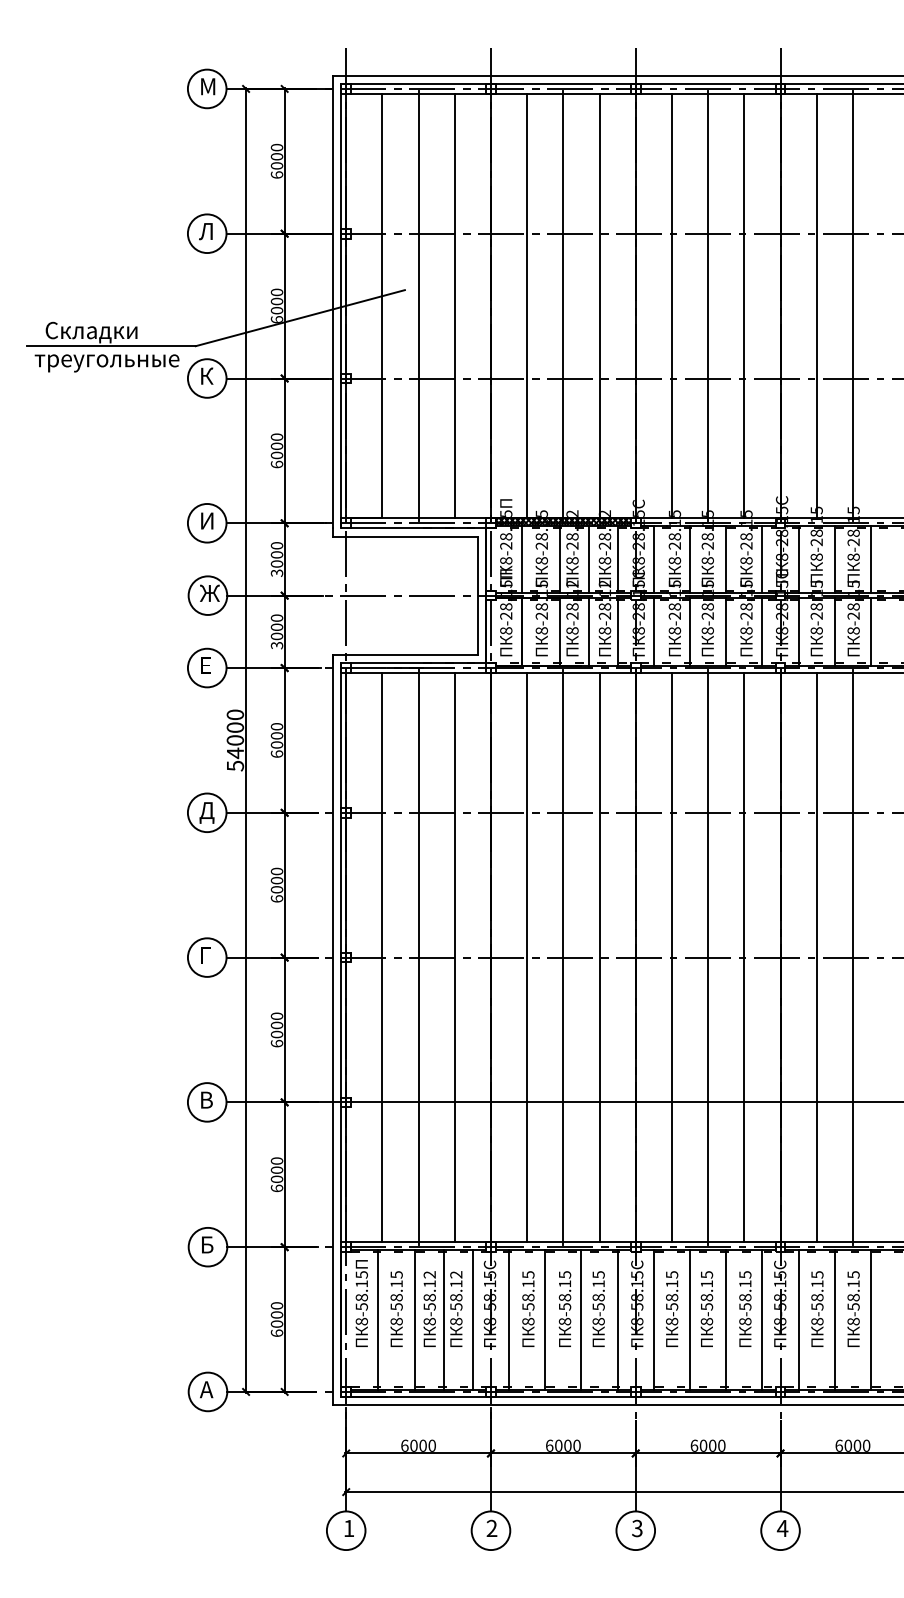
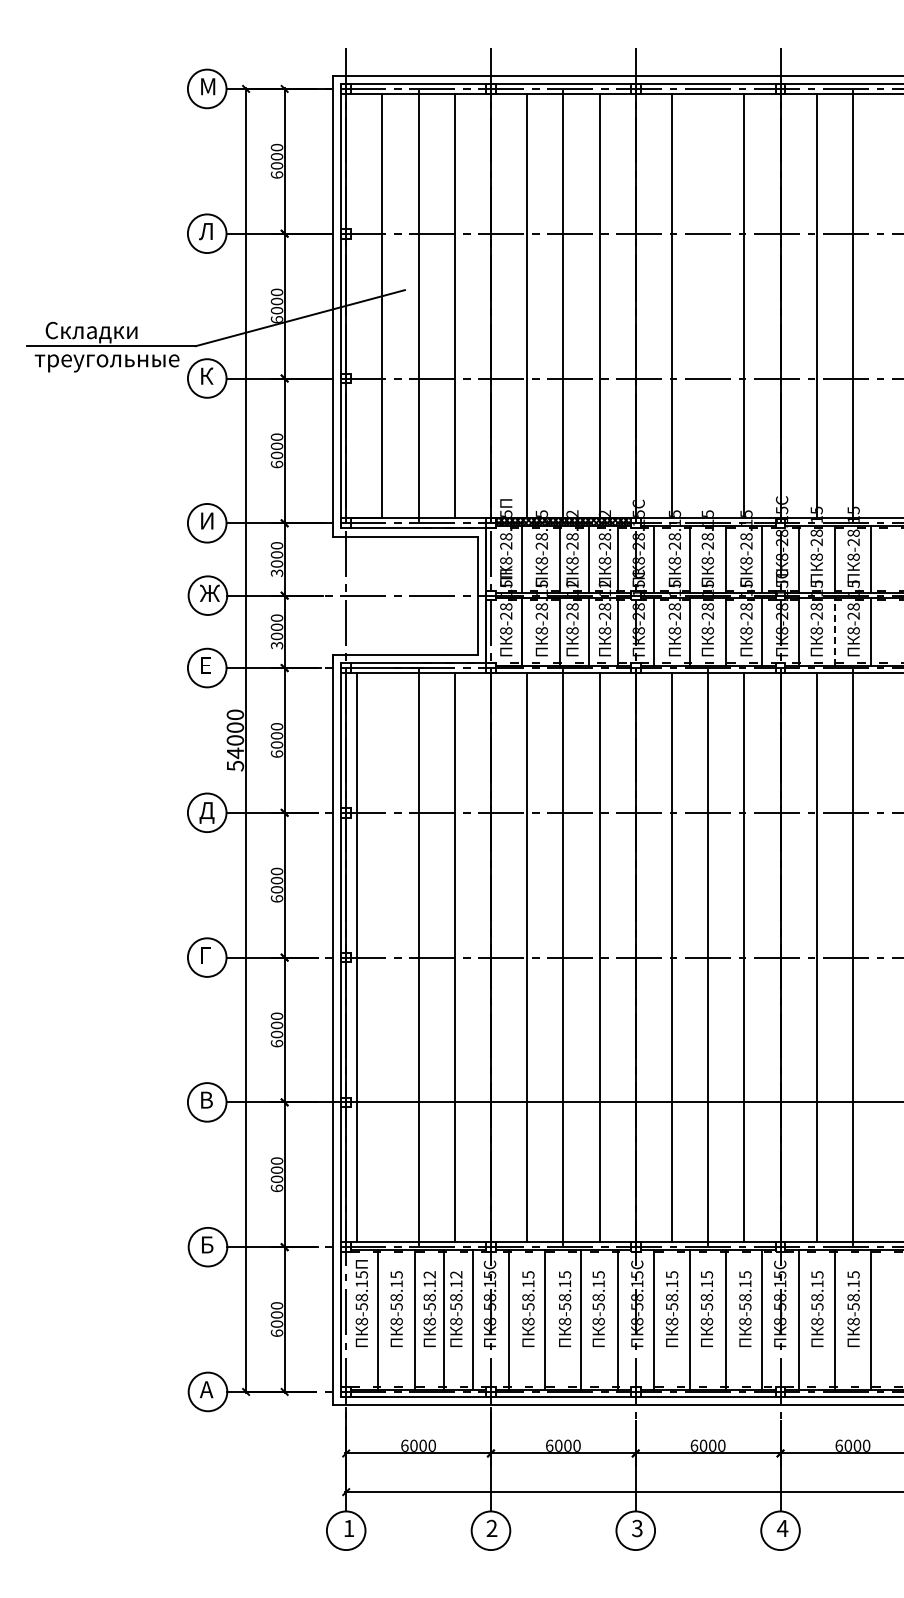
line at (708, 305): present -> none
line at (834, 631): solid -> dashed
line at (382, 957) position: (382, 957) -> (357, 957)
